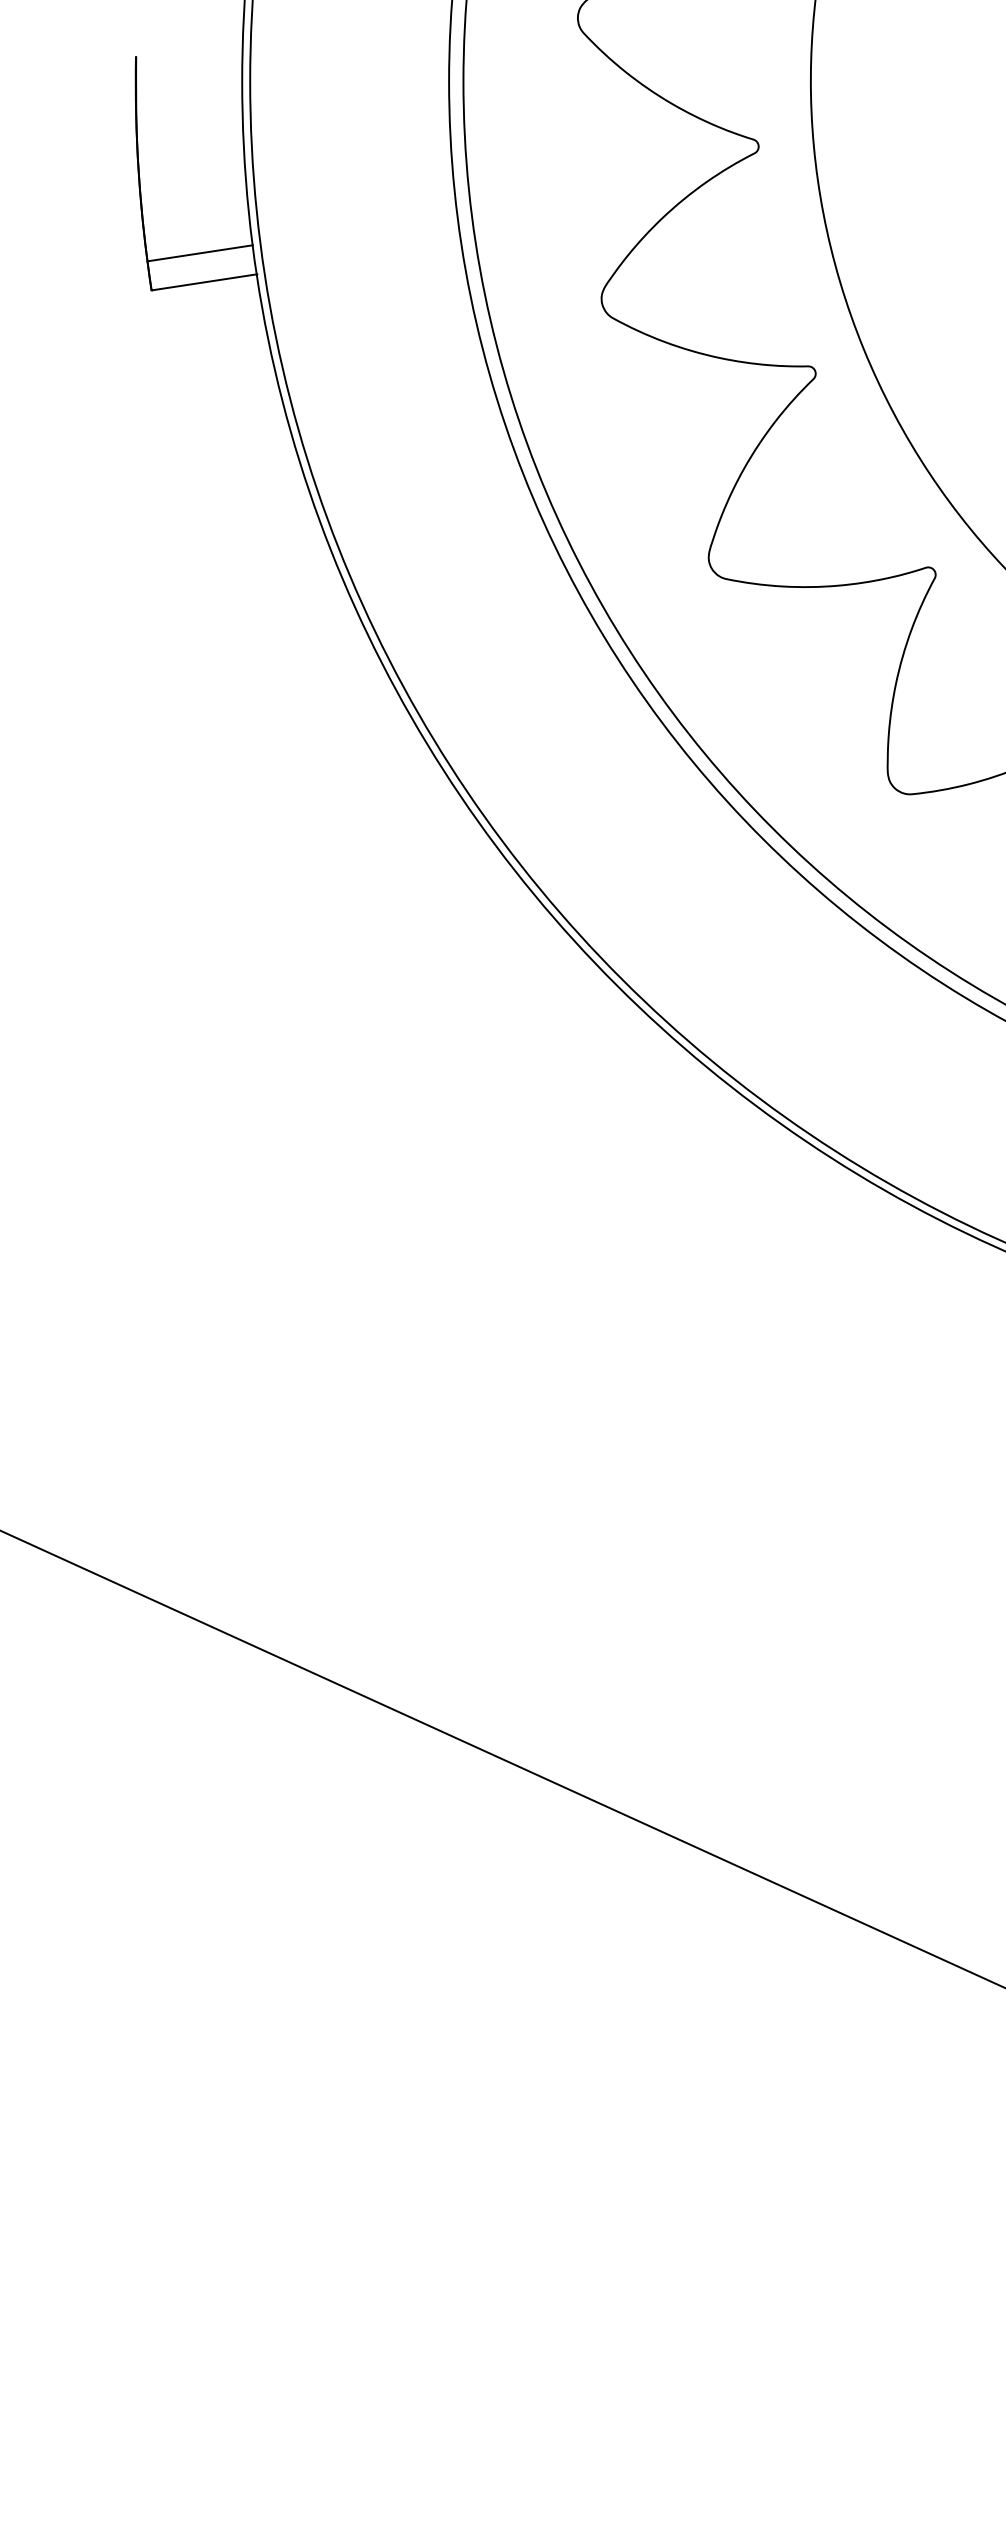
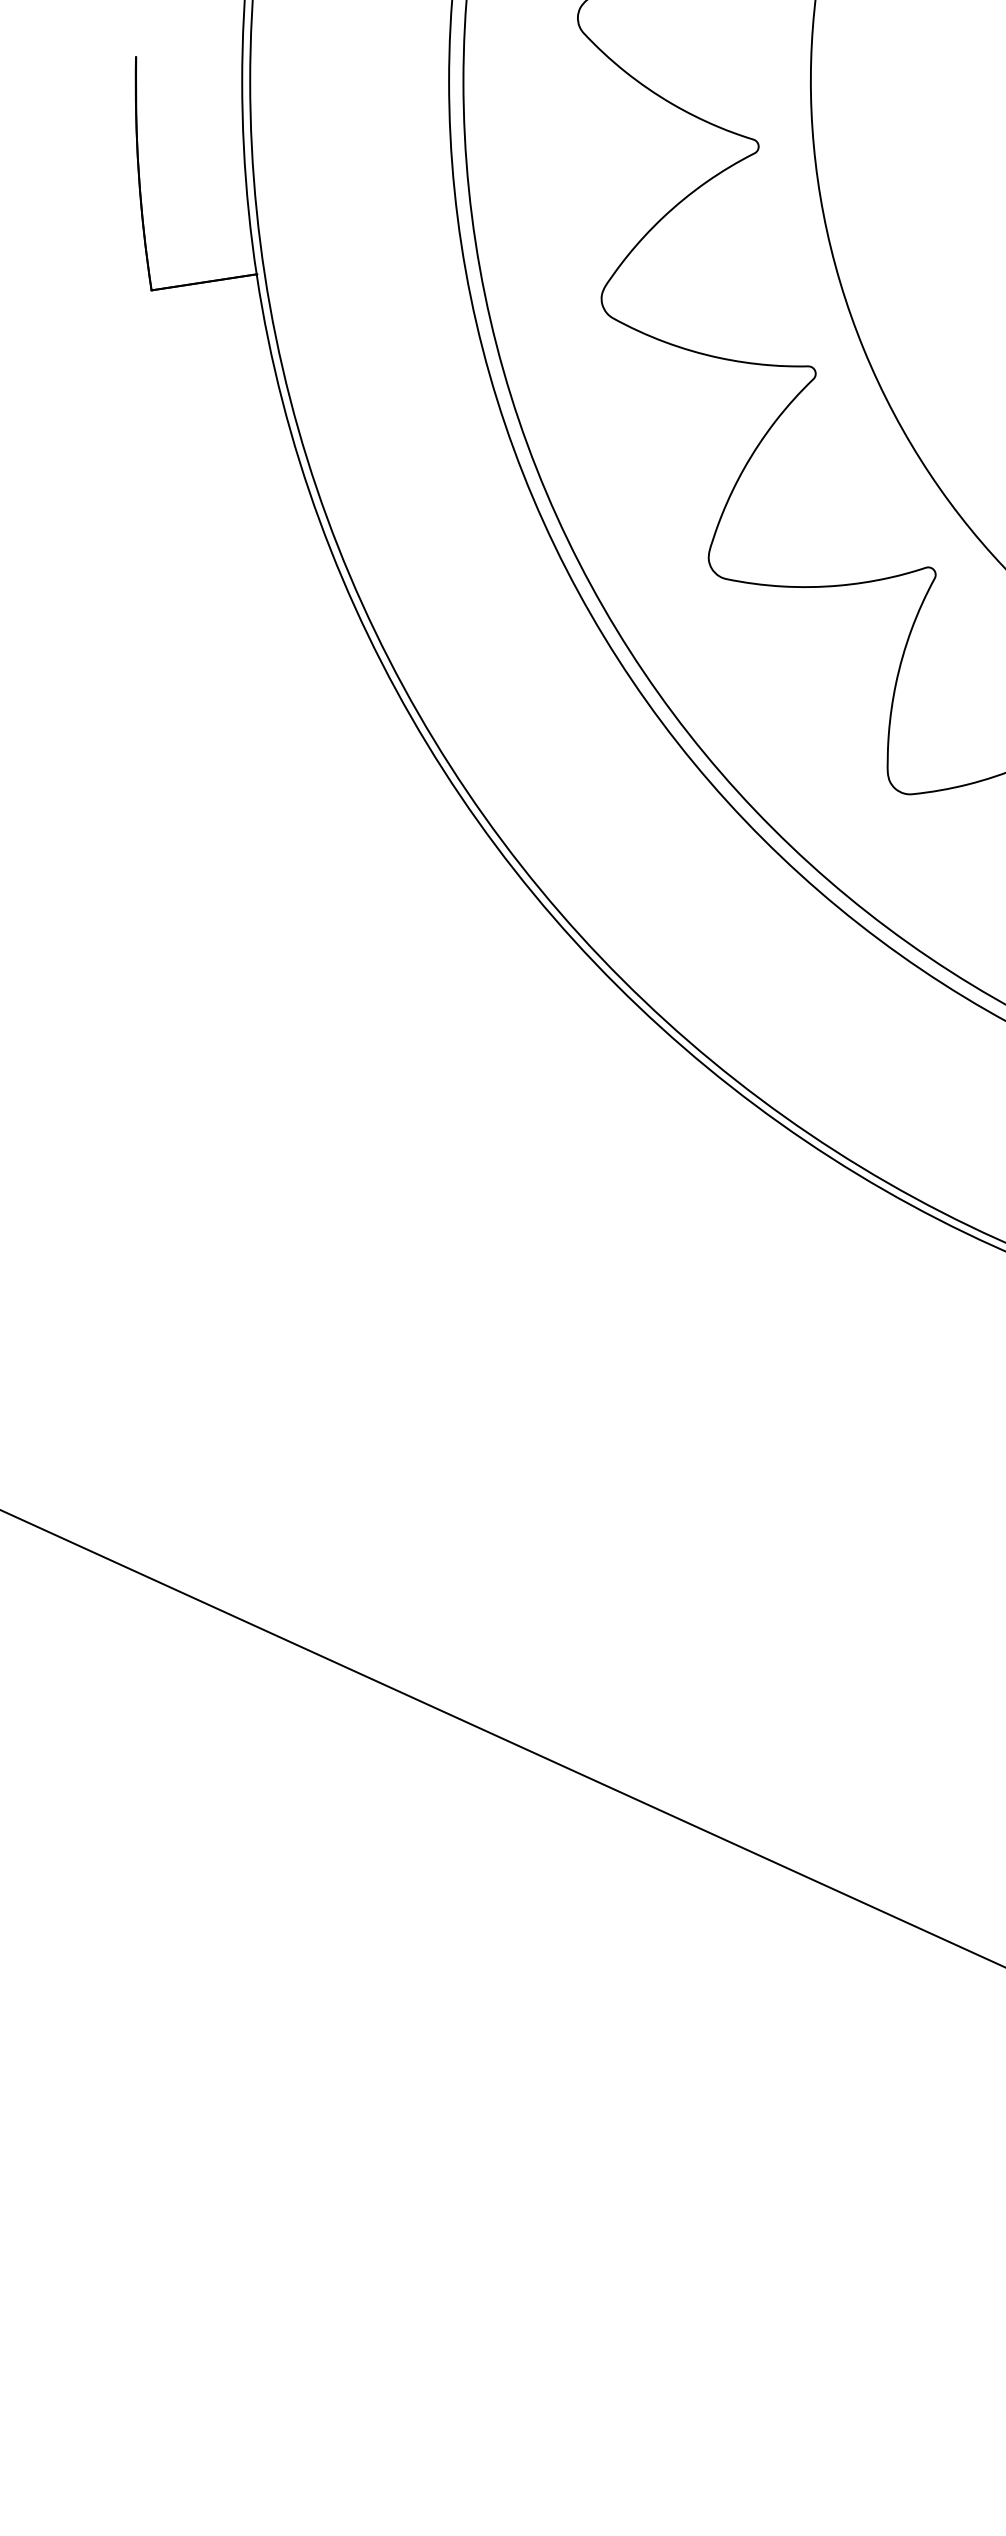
line at (199, 253) position: (199, 253) -> (203, 282)
line at (502, 1758) position: (502, 1758) -> (502, 1738)
